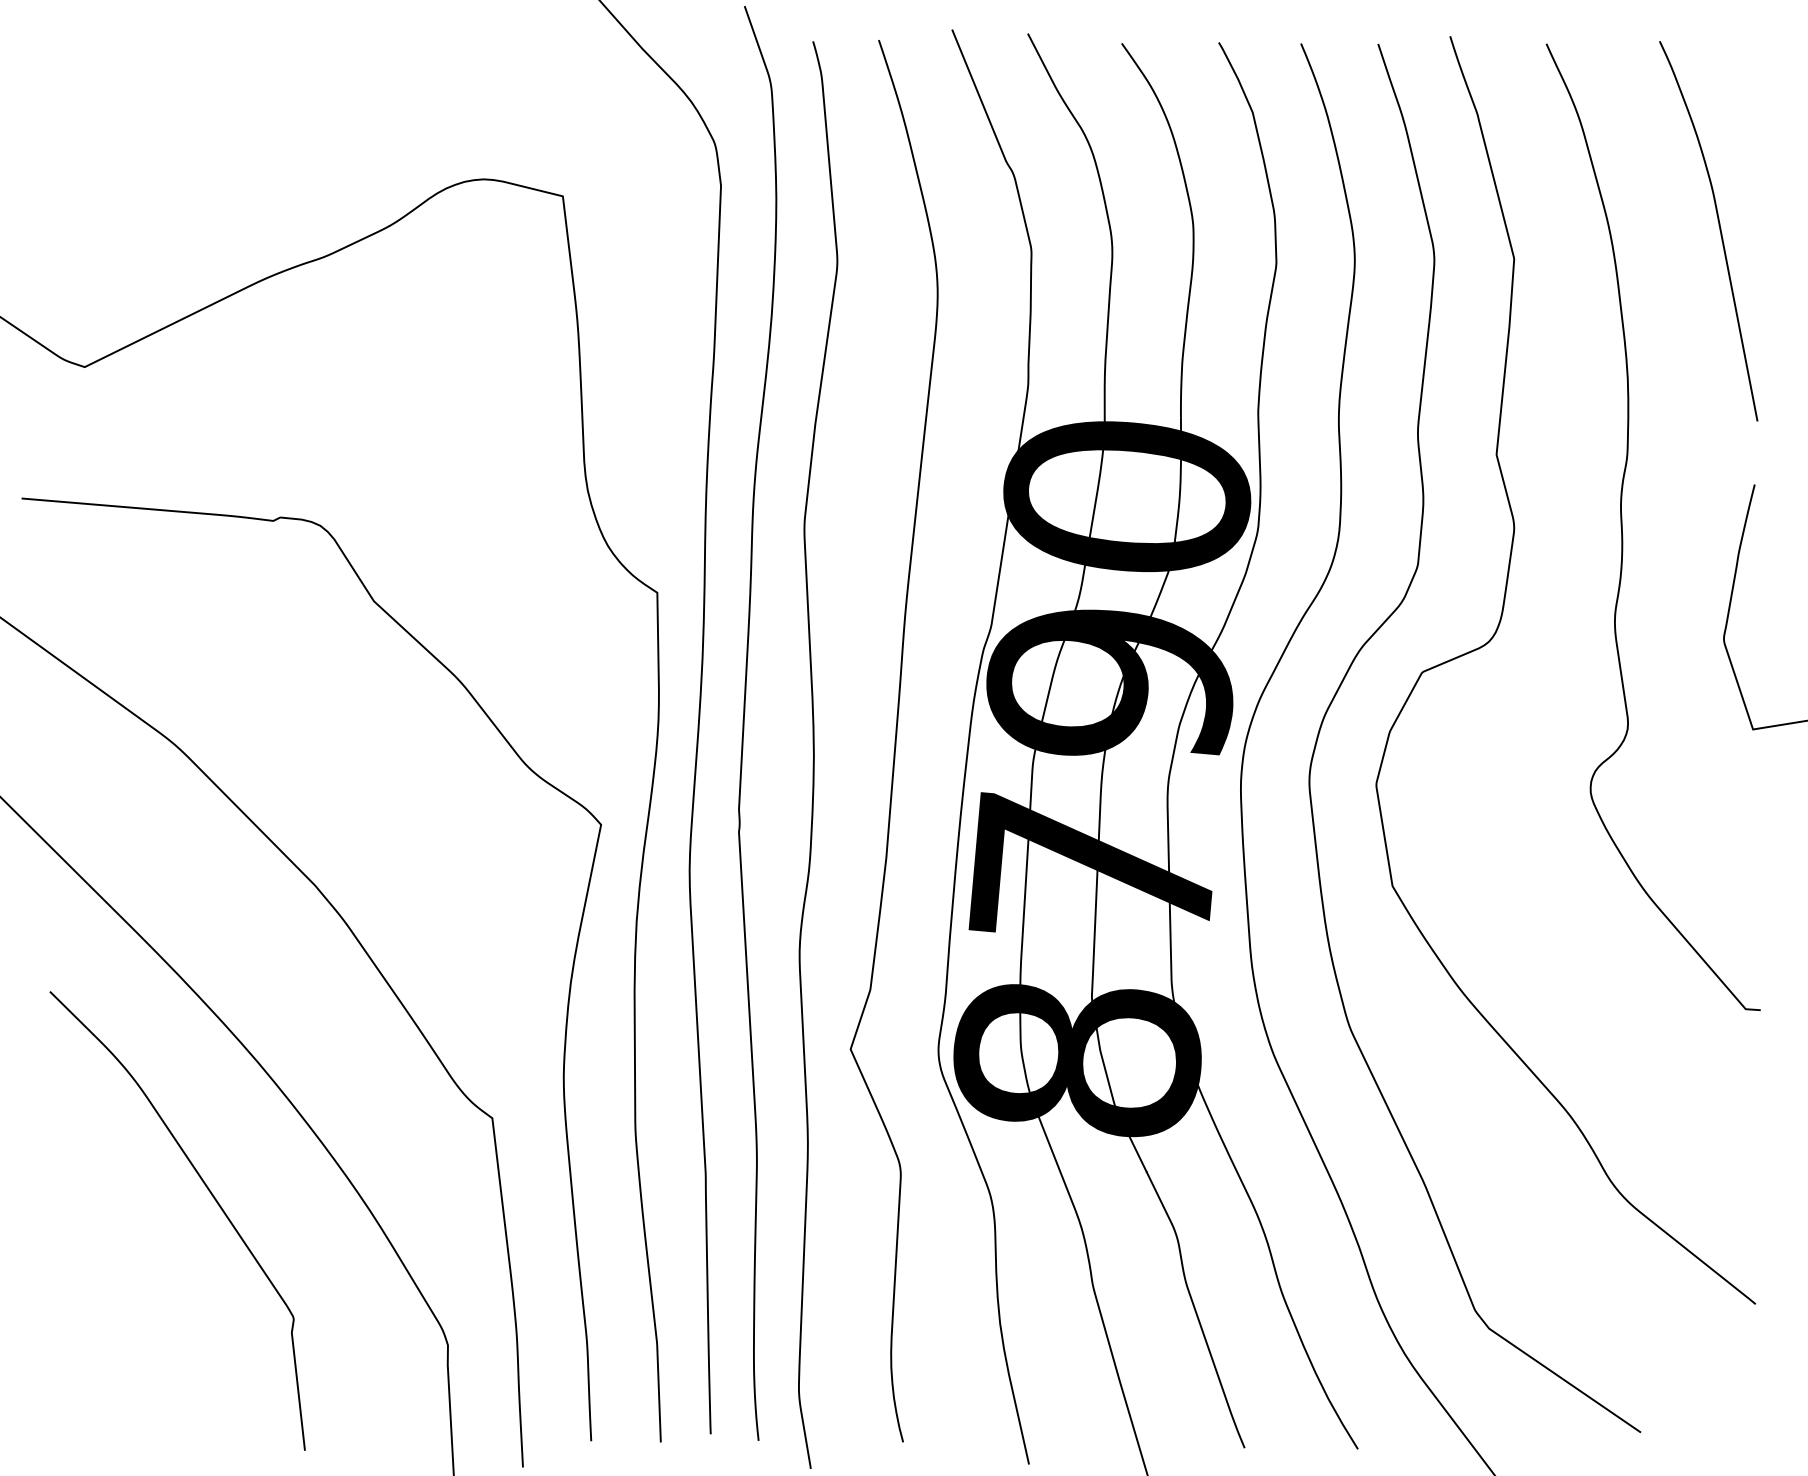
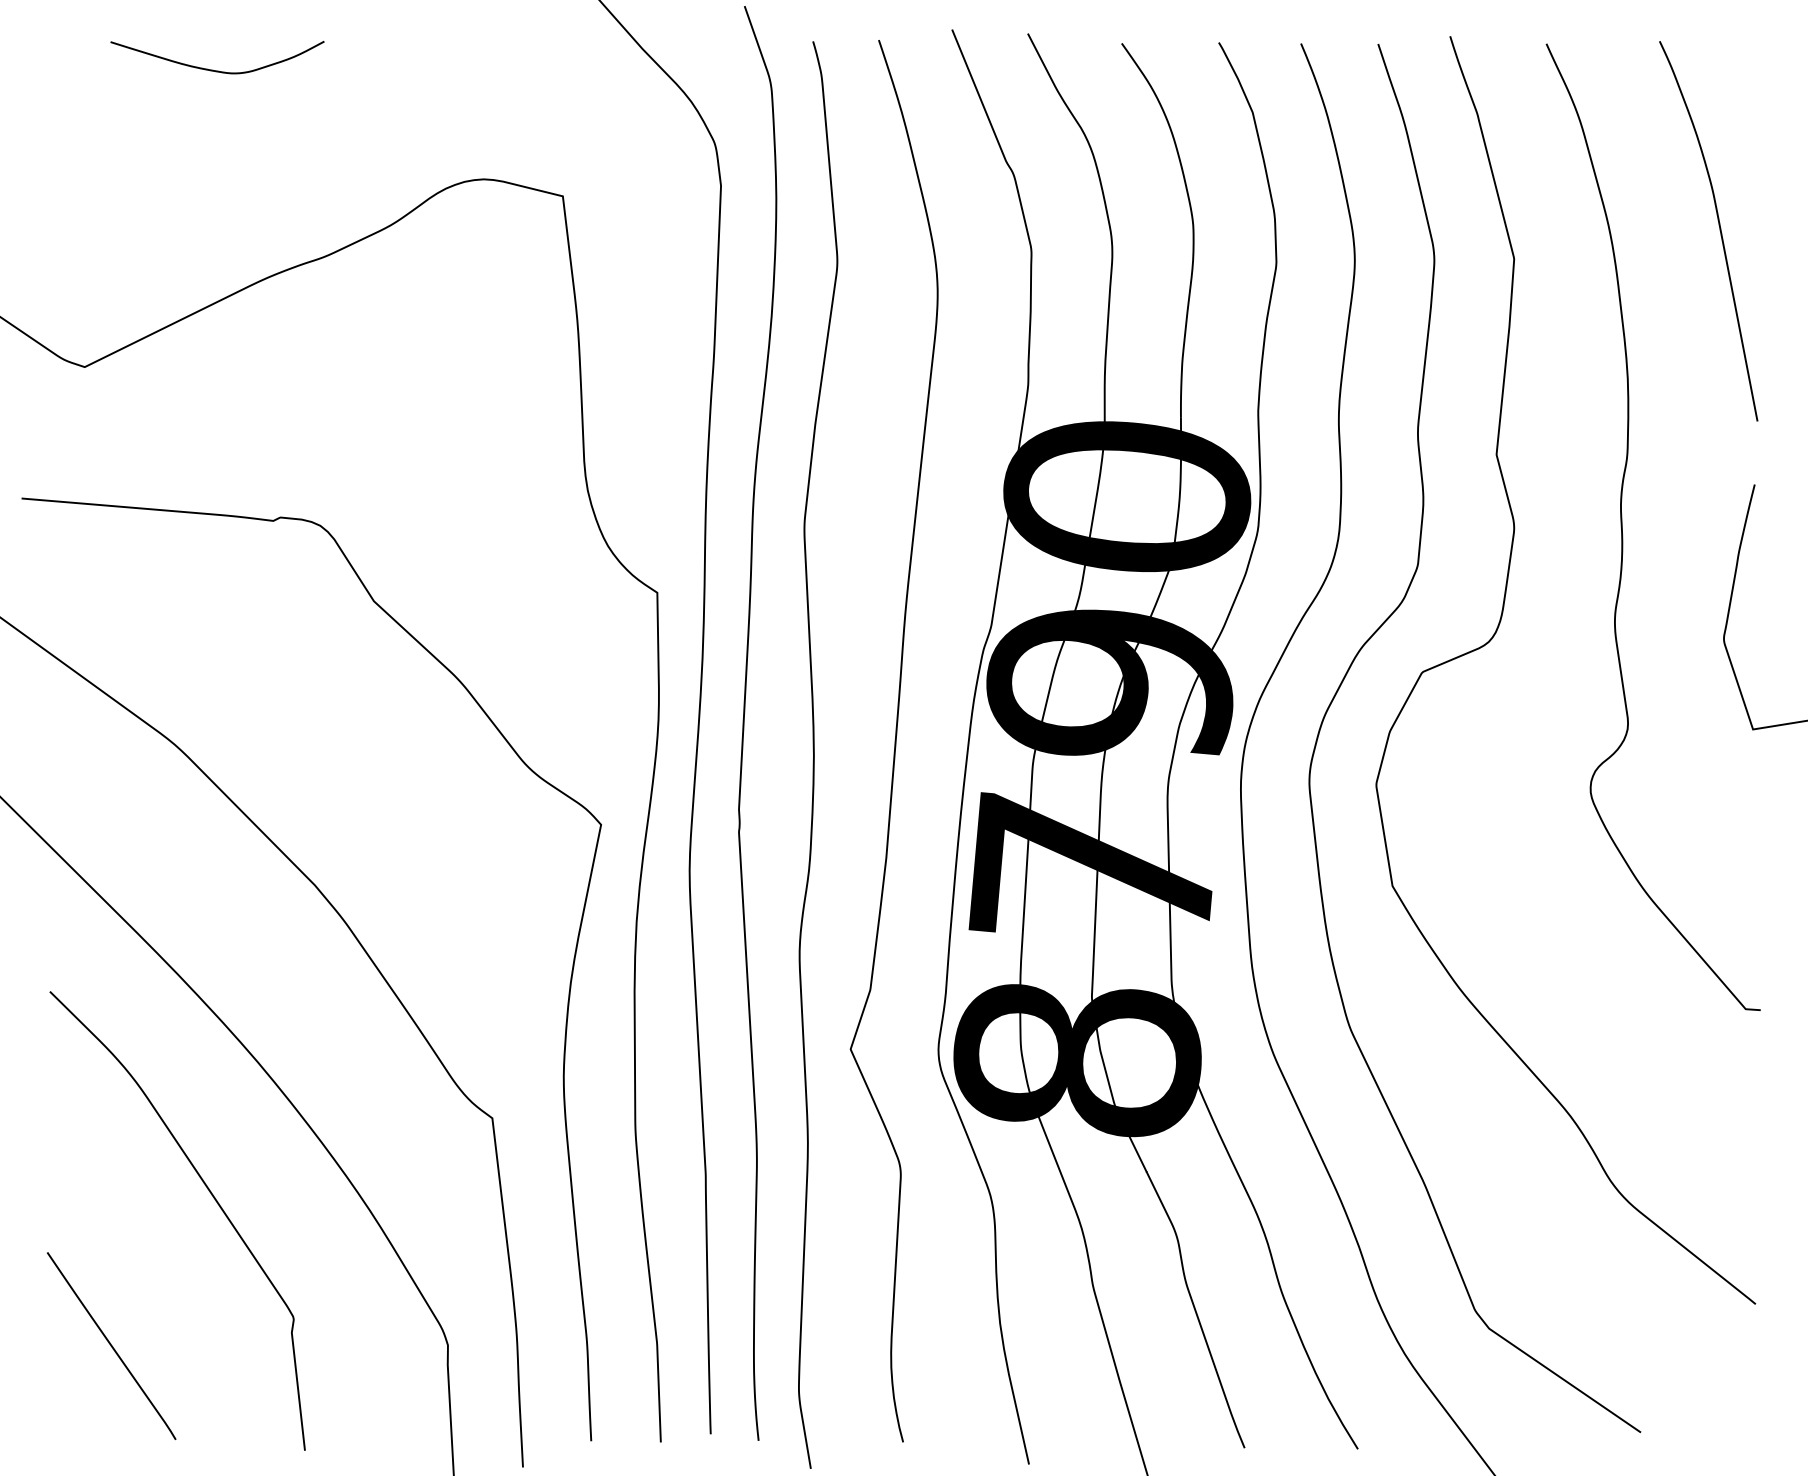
curve at (213, 69): none -> present
line at (111, 1345): none -> present
